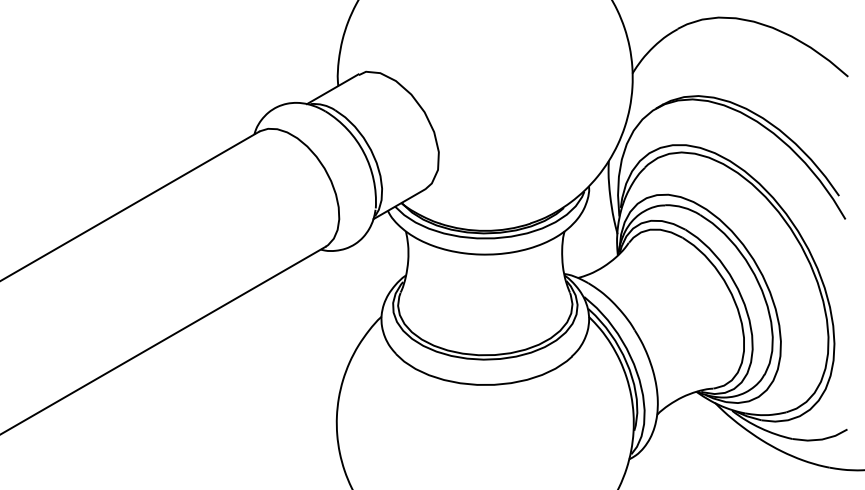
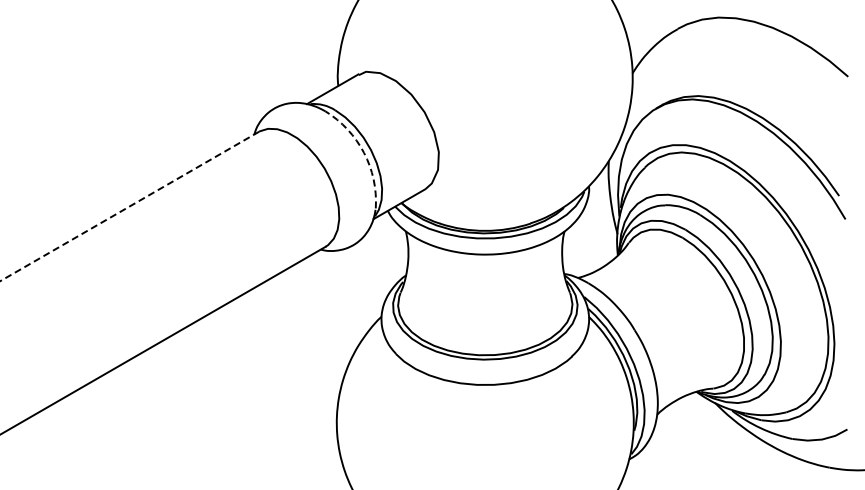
arc at (364, 152): solid -> dashed
line at (129, 206): solid -> dashed
